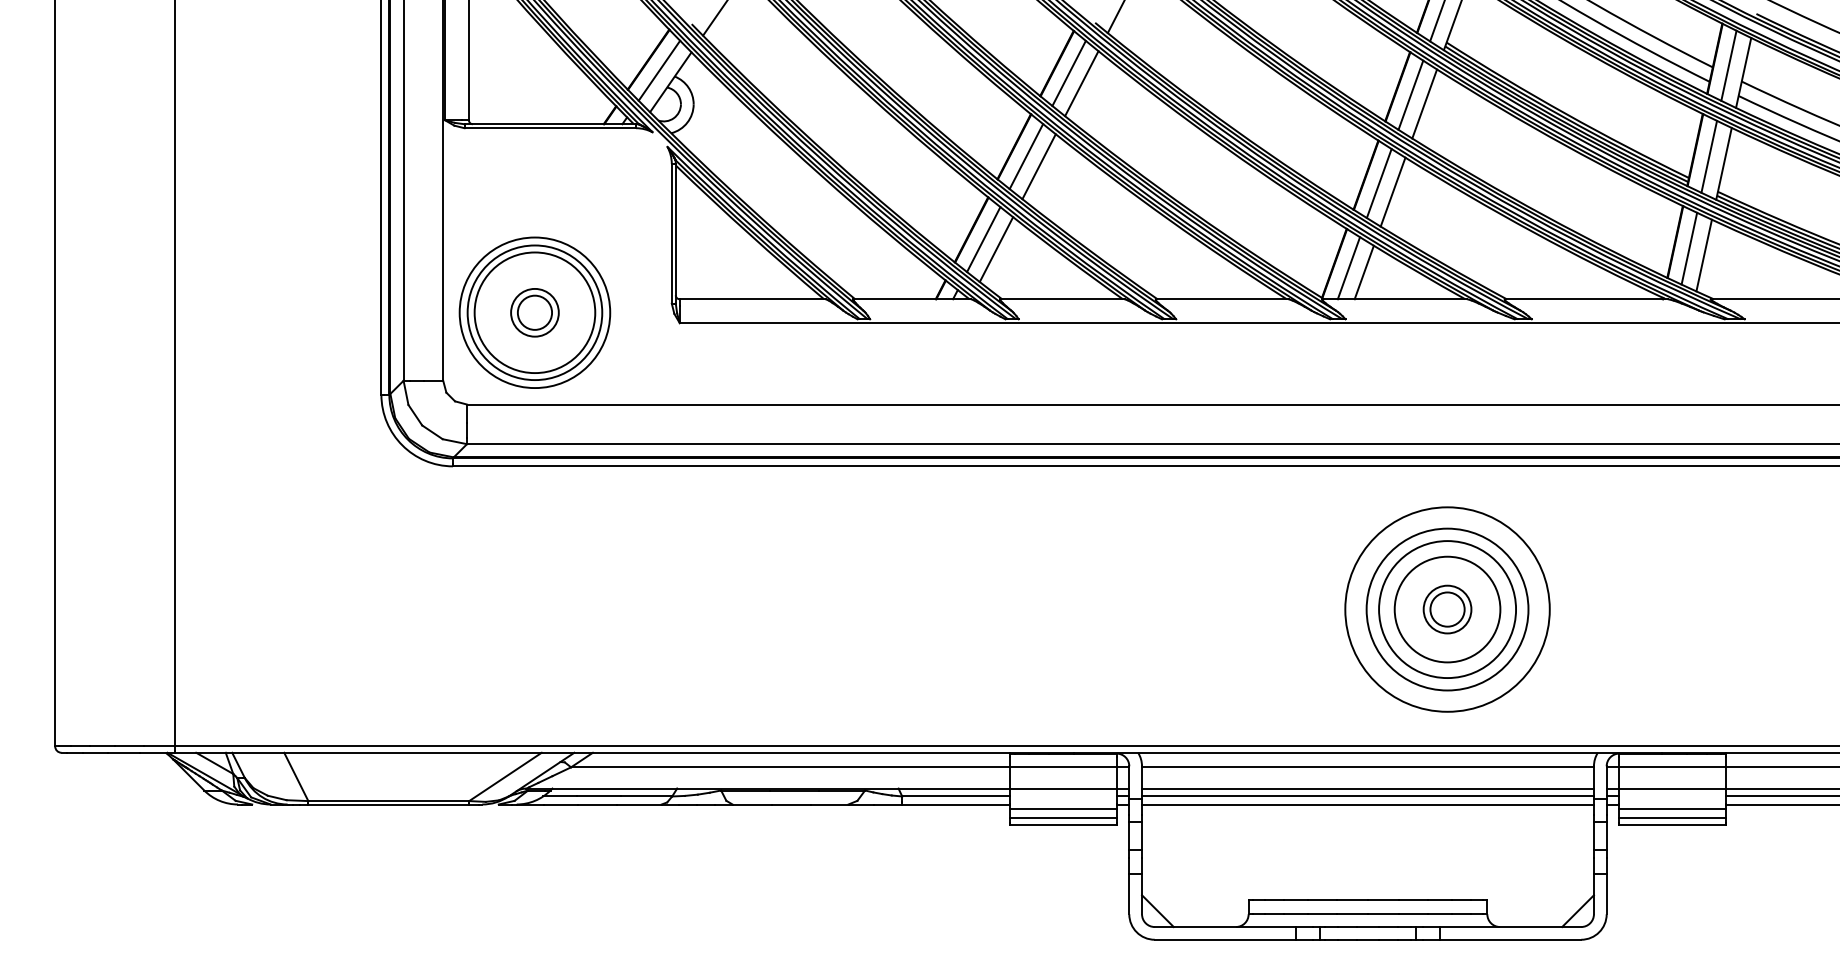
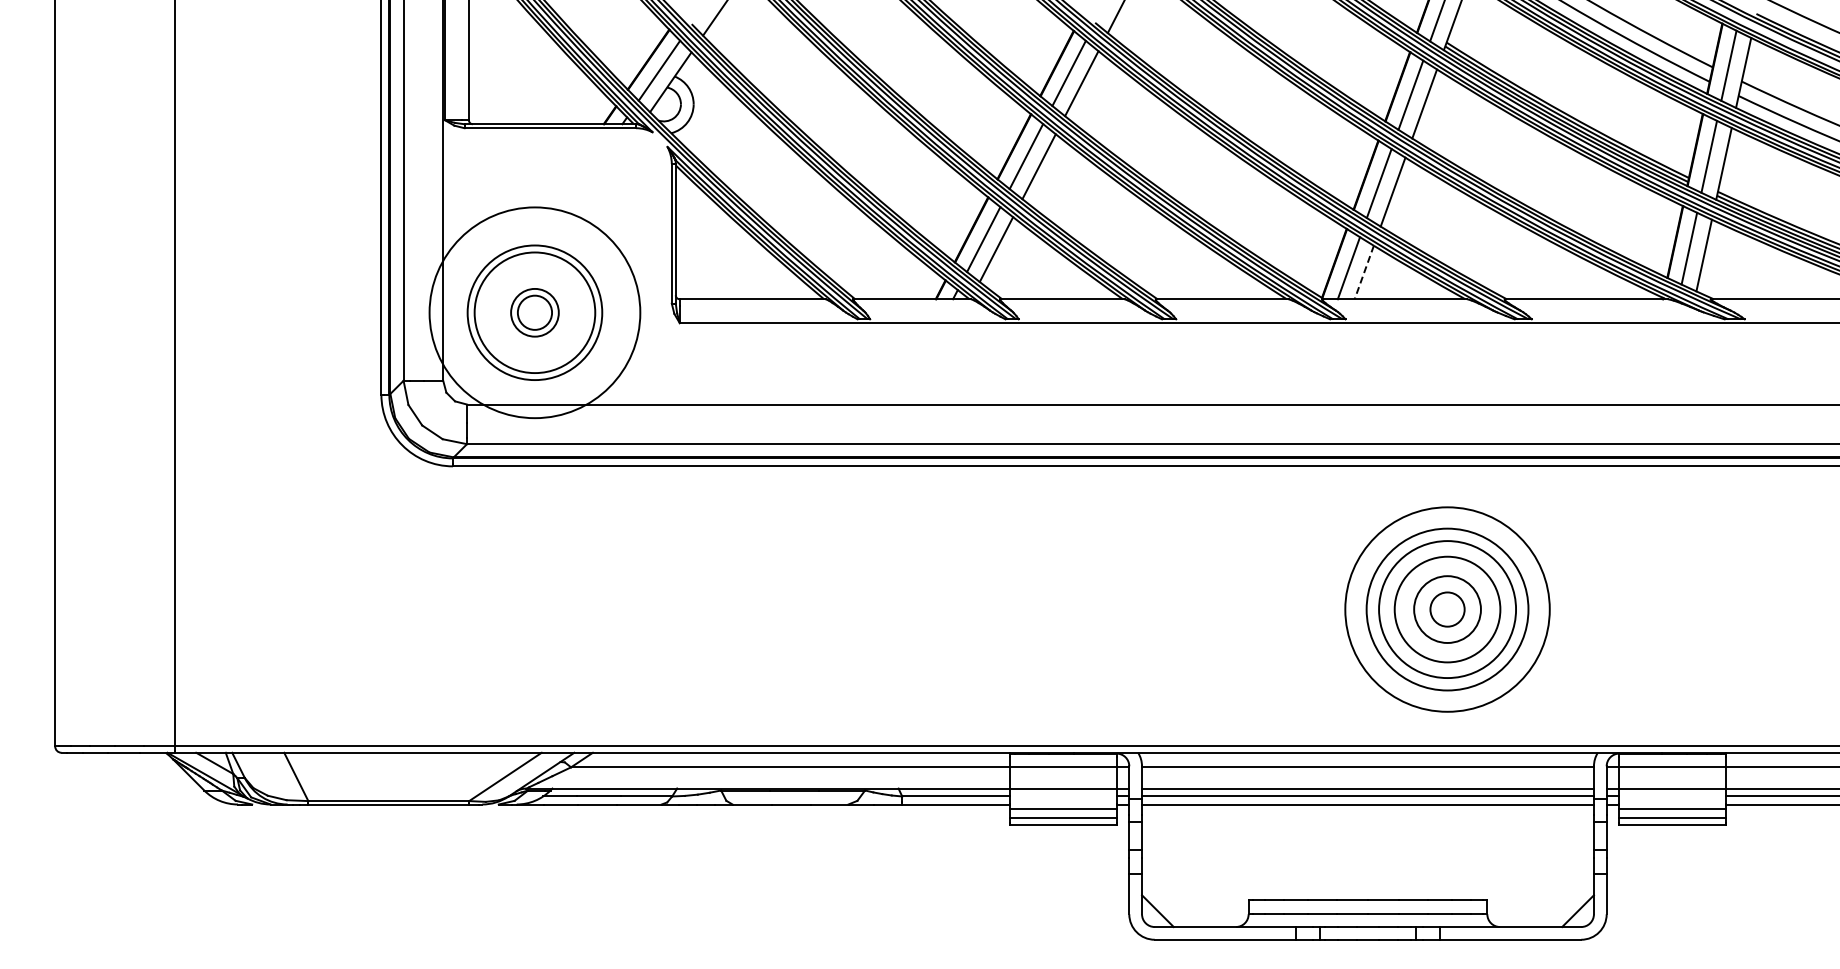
line at (1364, 272): solid -> dashed
circle at (534, 312) diameter: 151 px -> 211 px
circle at (1447, 609) diameter: 48 px -> 67 px
